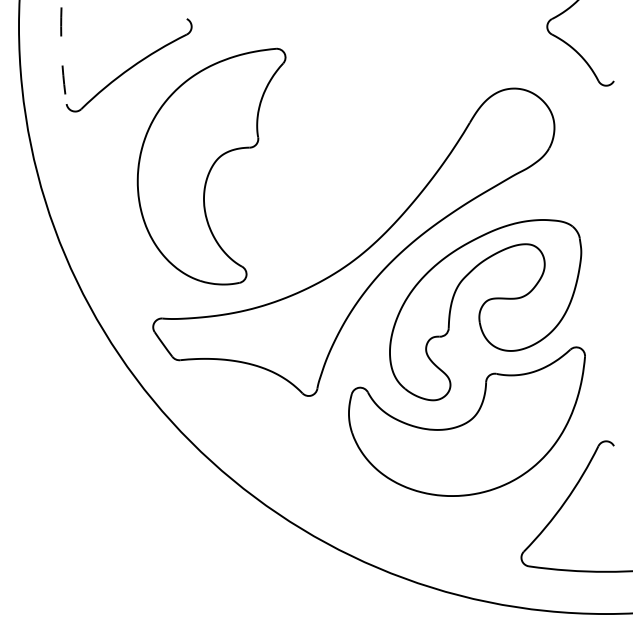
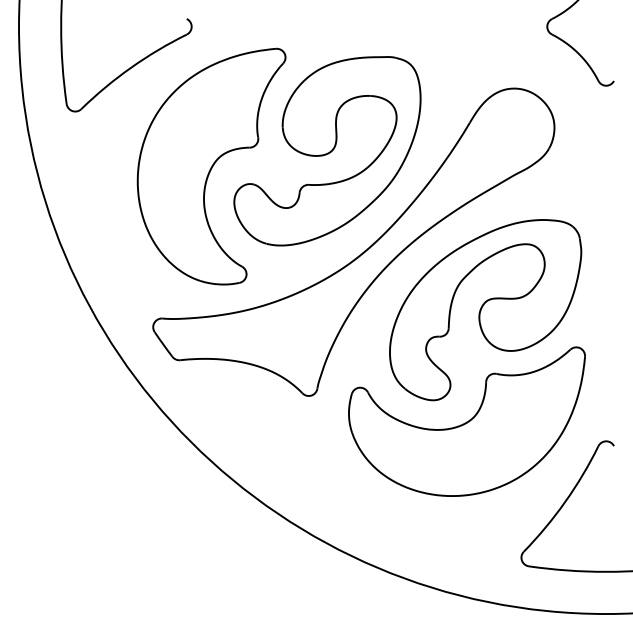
arc at (61, 51): dashed -> solid
part at (327, 151): none -> present
